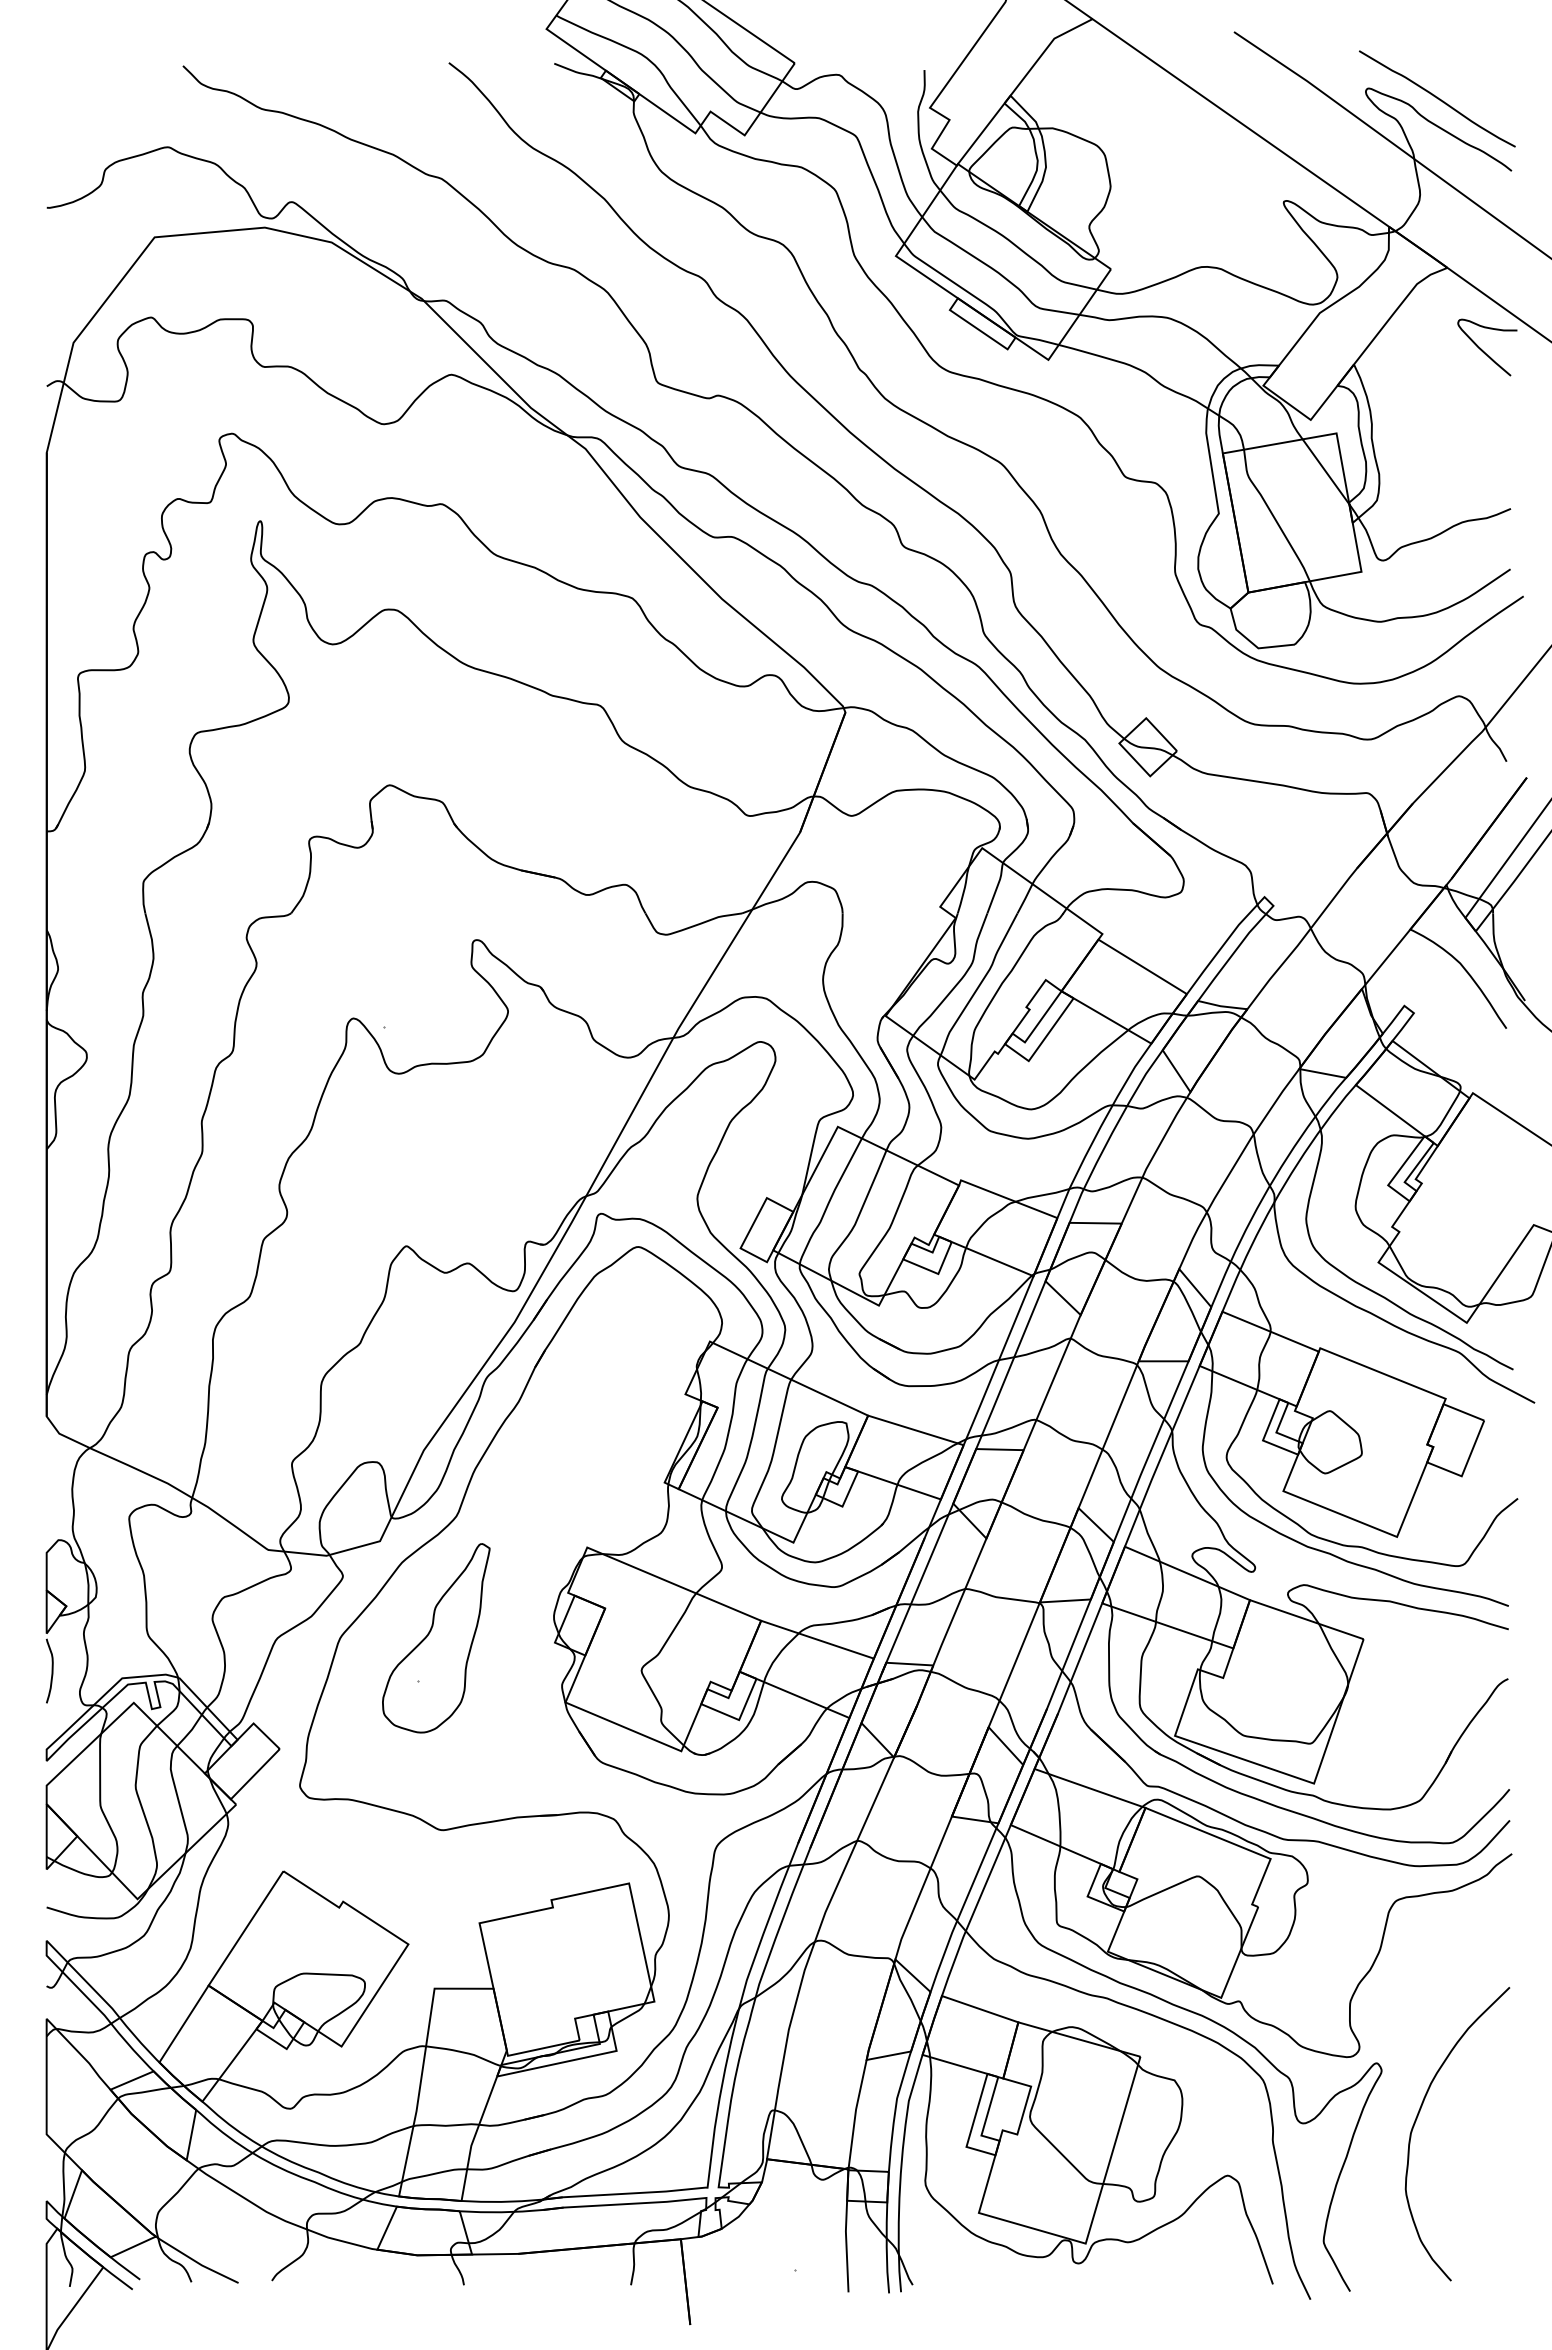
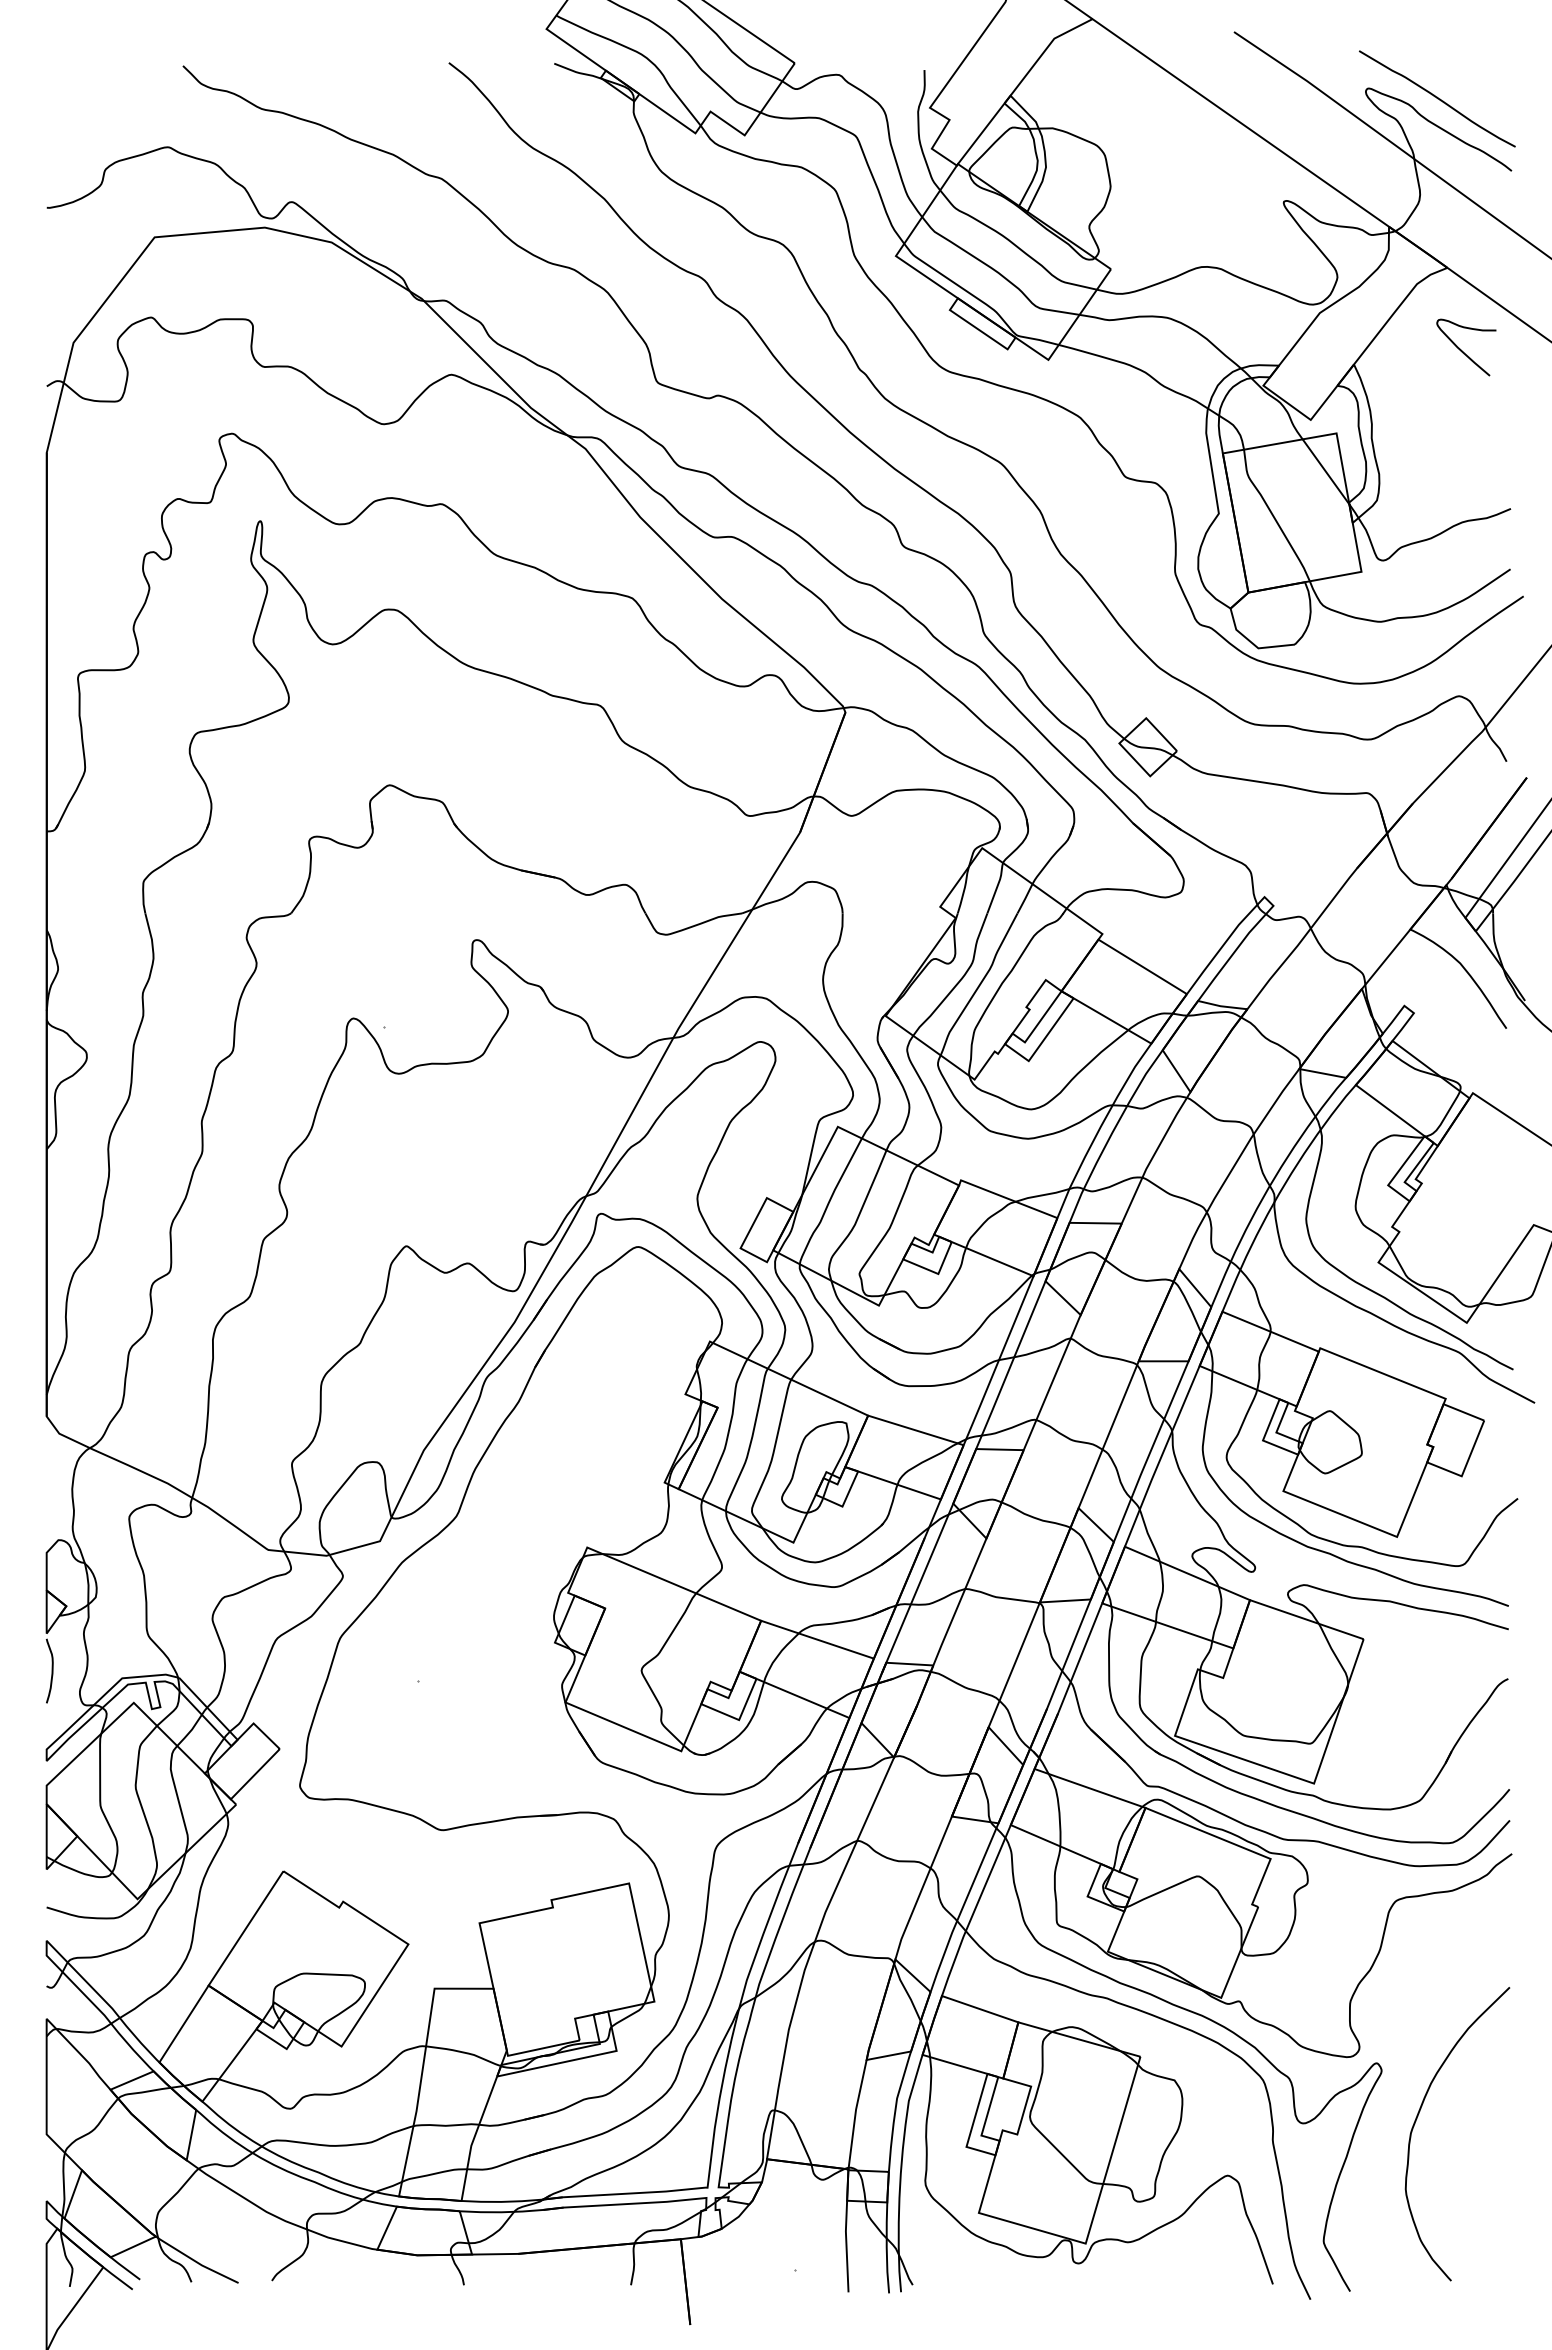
curve at (1483, 350) position: (1483, 350) -> (1462, 350)
part at (436, 1638): present -> none
